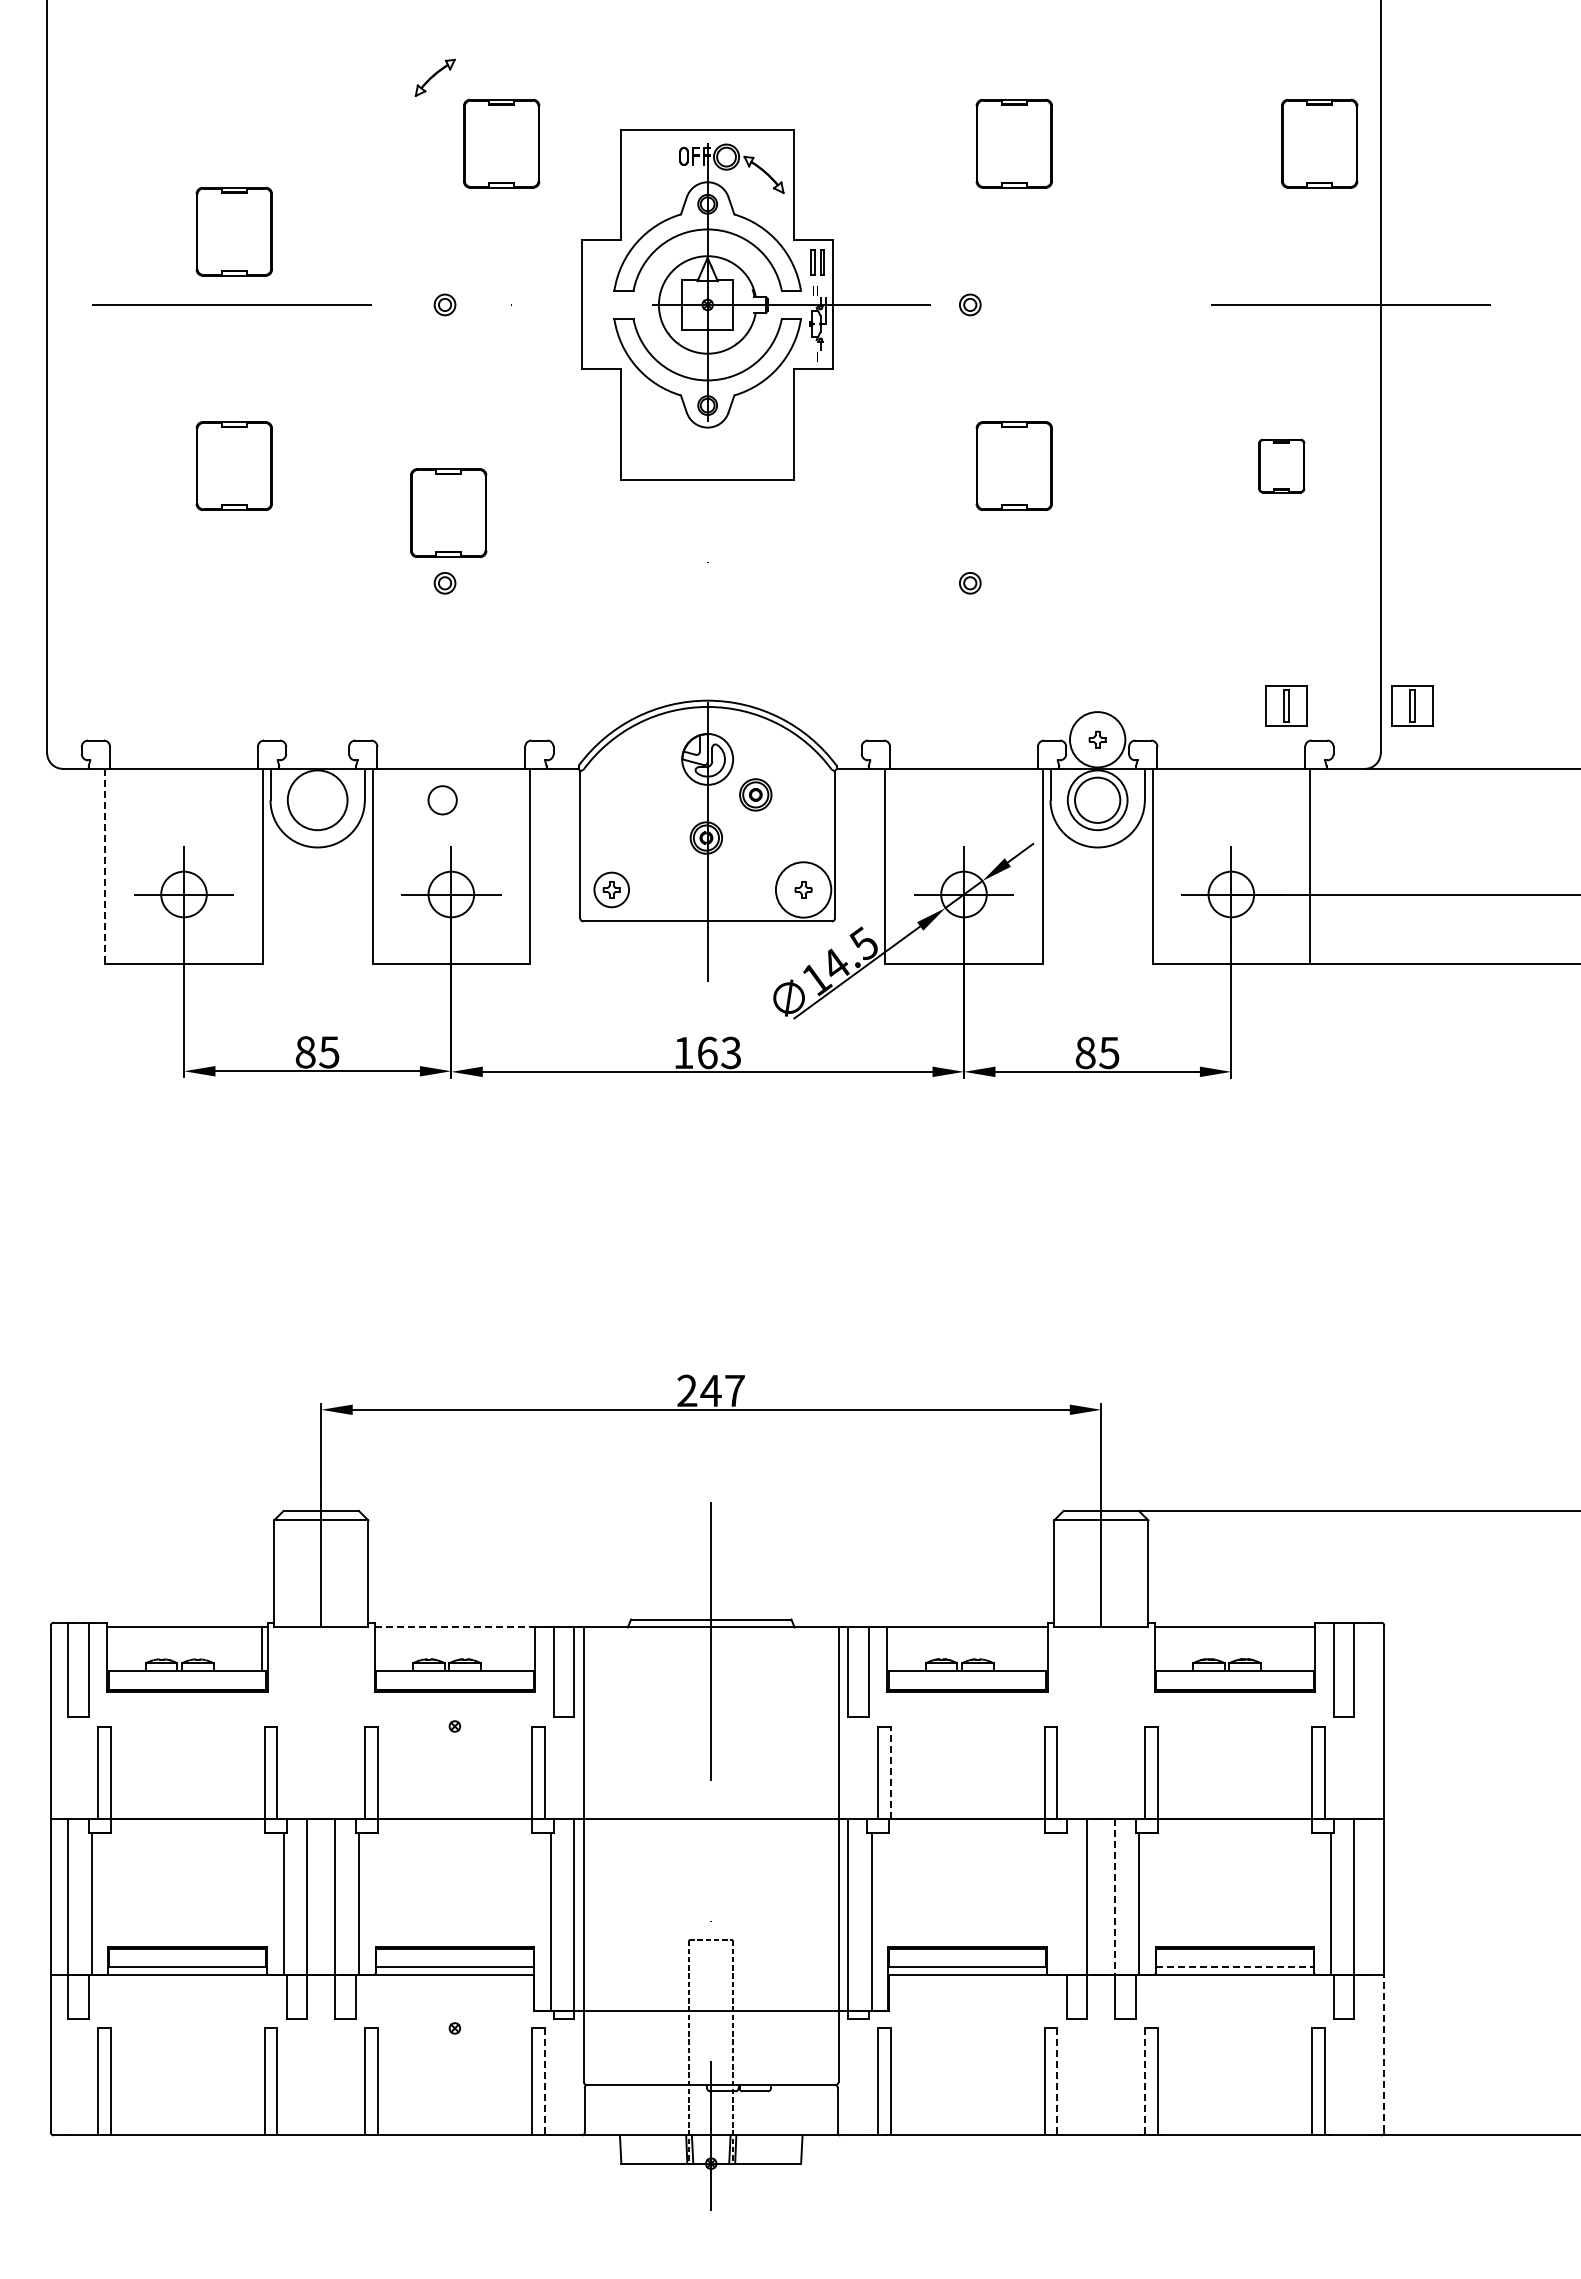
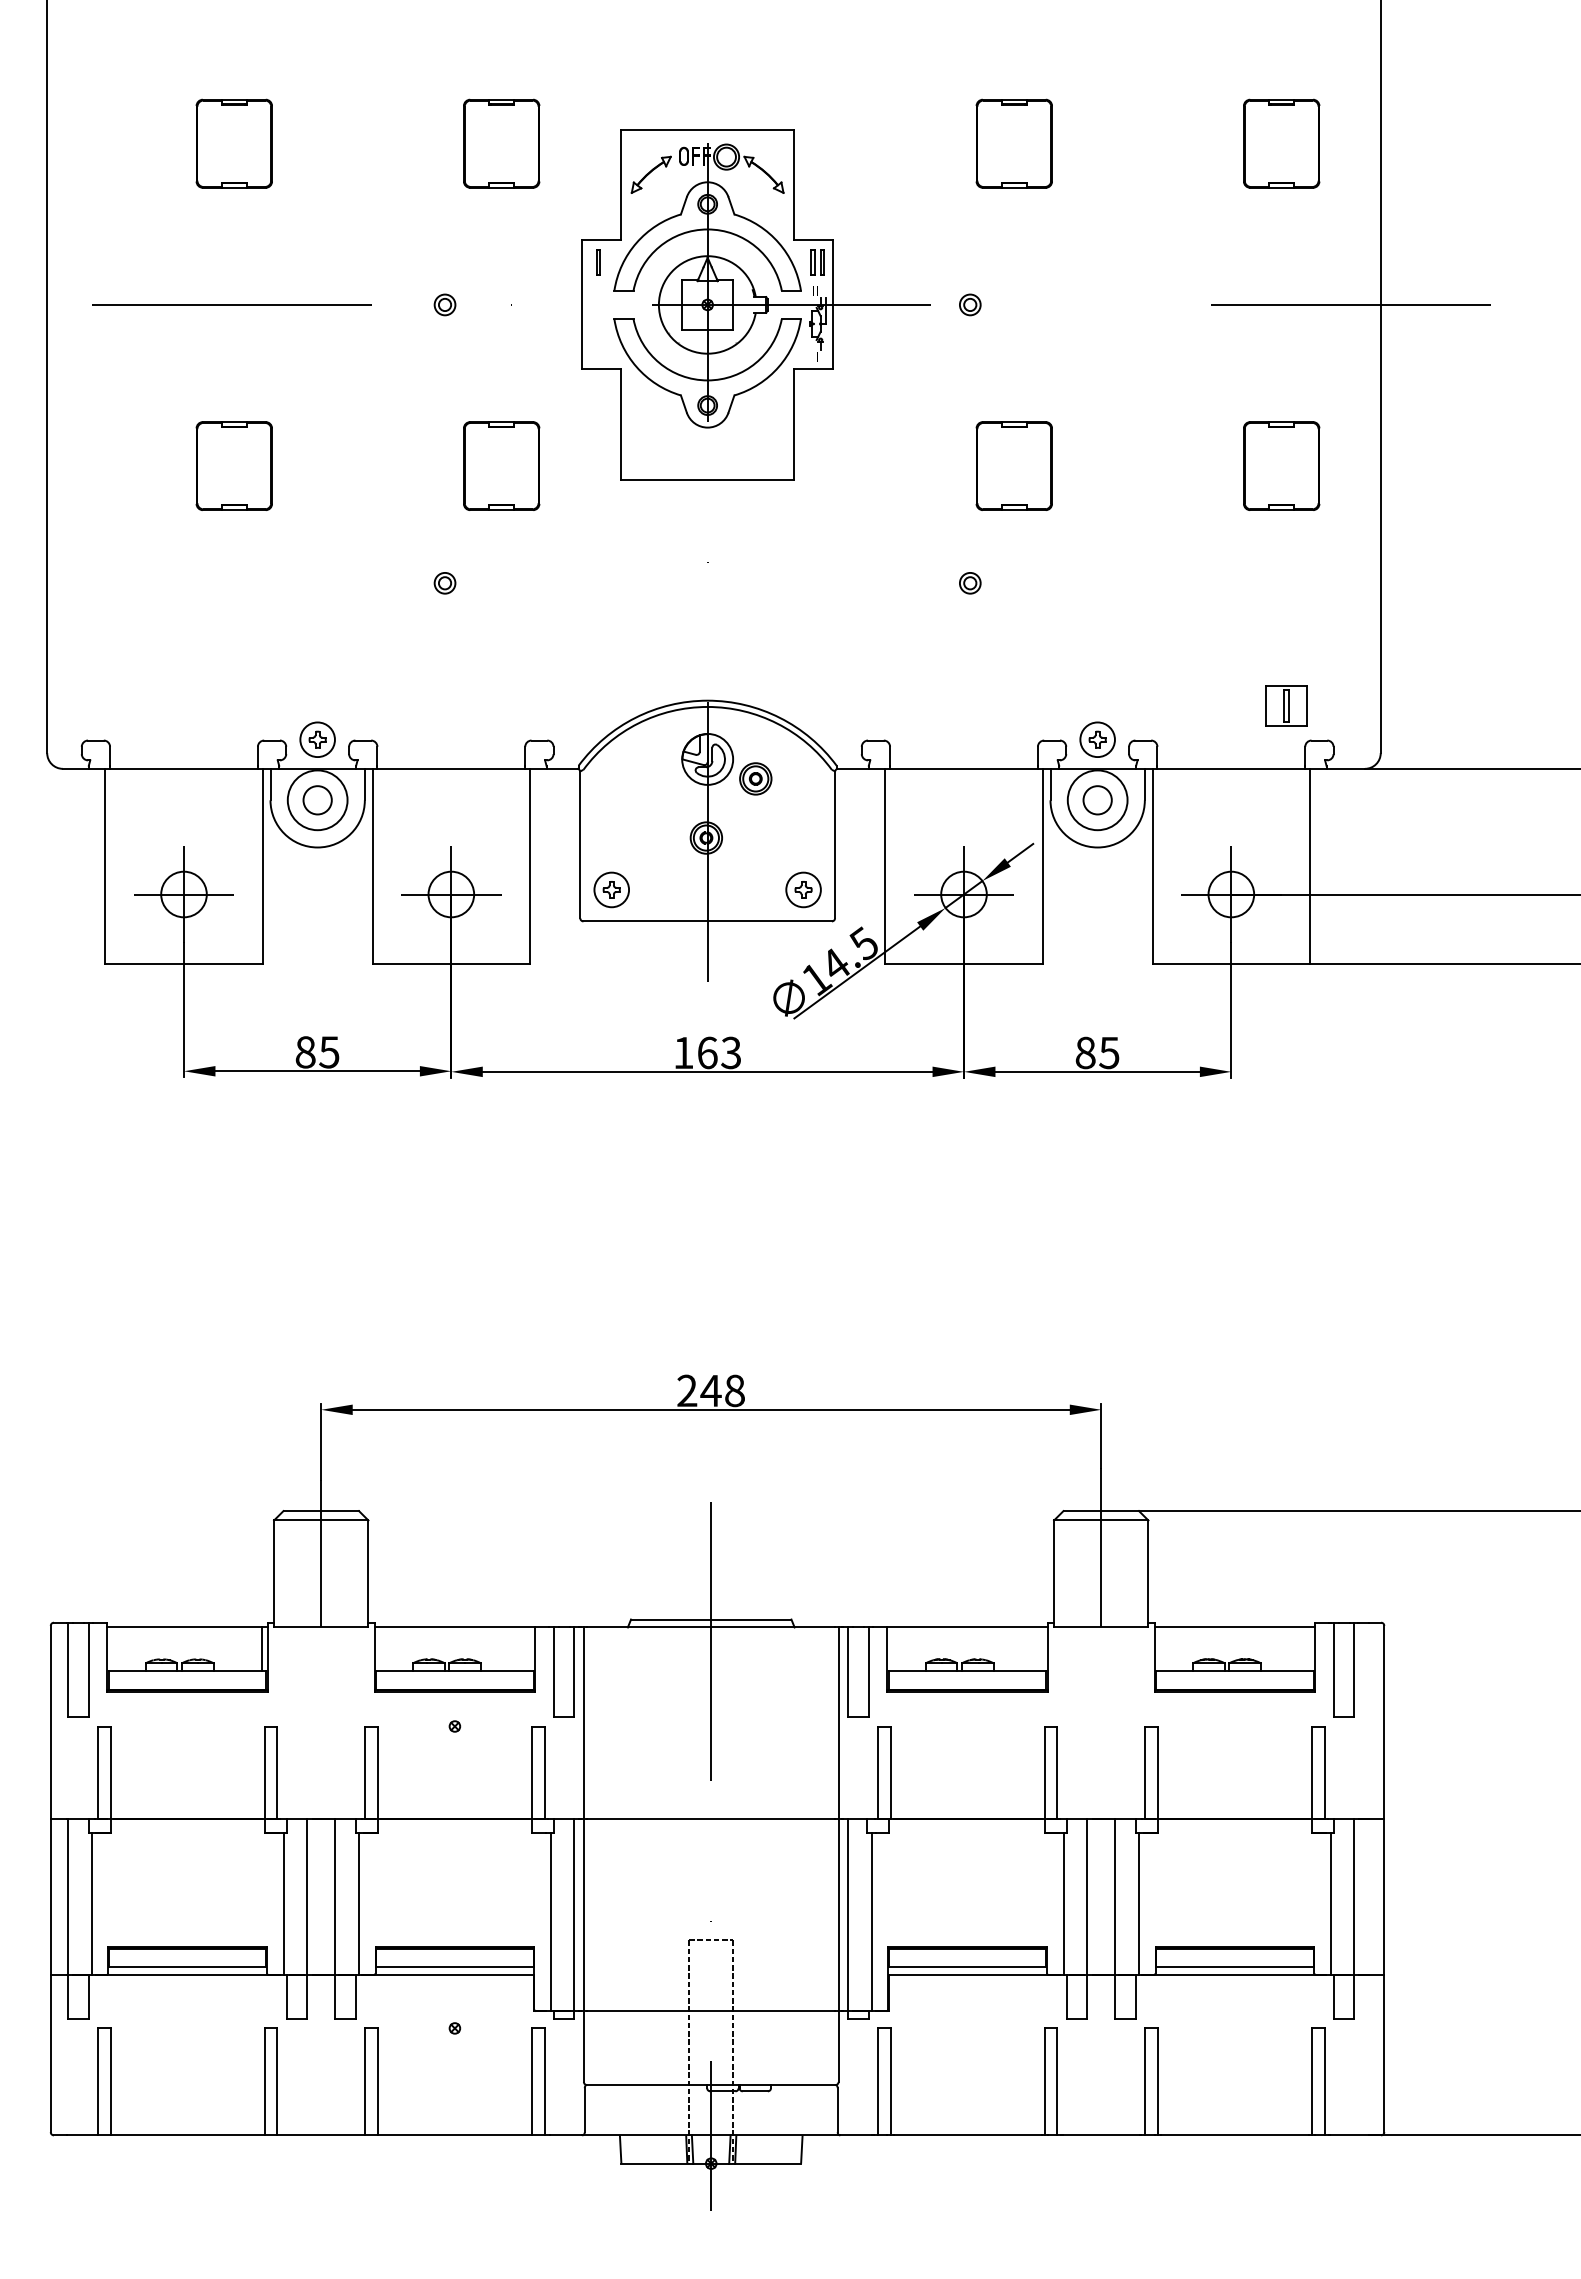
part at (434, 77) position: (434, 77) -> (650, 174)
part at (1319, 143) position: (1319, 143) -> (1281, 143)
part at (233, 231) position: (233, 231) -> (233, 143)
line at (597, 262): none -> present
part at (1281, 465) size: 48x56 px -> 78x90 px
part at (448, 512) position: (448, 512) -> (501, 465)
part at (1412, 705): present -> none
part at (317, 739): none -> present
circle at (1097, 739) diameter: 55 px -> 35 px
part at (755, 794) position: (755, 794) -> (755, 778)
circle at (1097, 799) diameter: 45 px -> 28 px
circle at (442, 800) position: (442, 800) -> (317, 800)
line at (105, 866): dashed -> solid
circle at (803, 889) diameter: 55 px -> 35 px
text at (734, 1390): 247 -> 248
line at (455, 1627): dashed -> solid
line at (890, 1772): dashed -> solid
line at (1115, 1897): dashed -> solid
line at (1063, 1903): none -> present
line at (1234, 1967): dashed -> solid
line at (1384, 2053): dashed -> solid
line at (544, 2082): dashed -> solid
line at (1057, 2082): dashed -> solid
line at (1145, 2082): dashed -> solid
